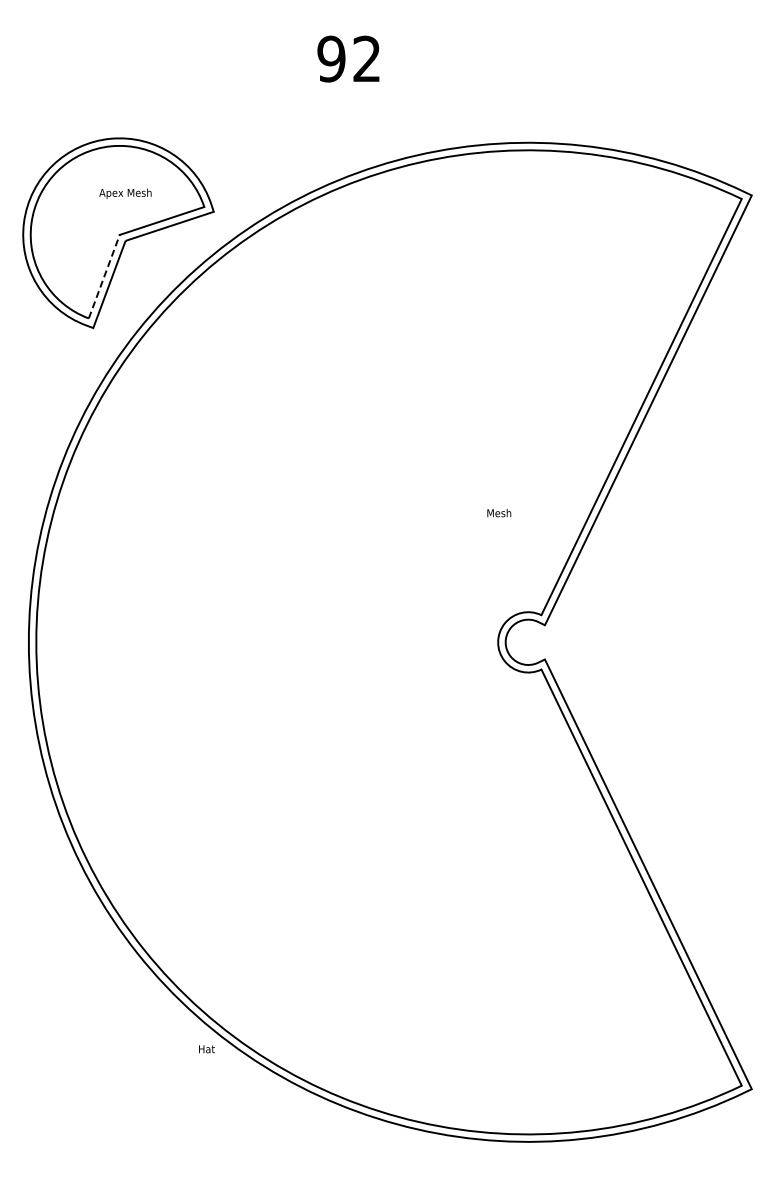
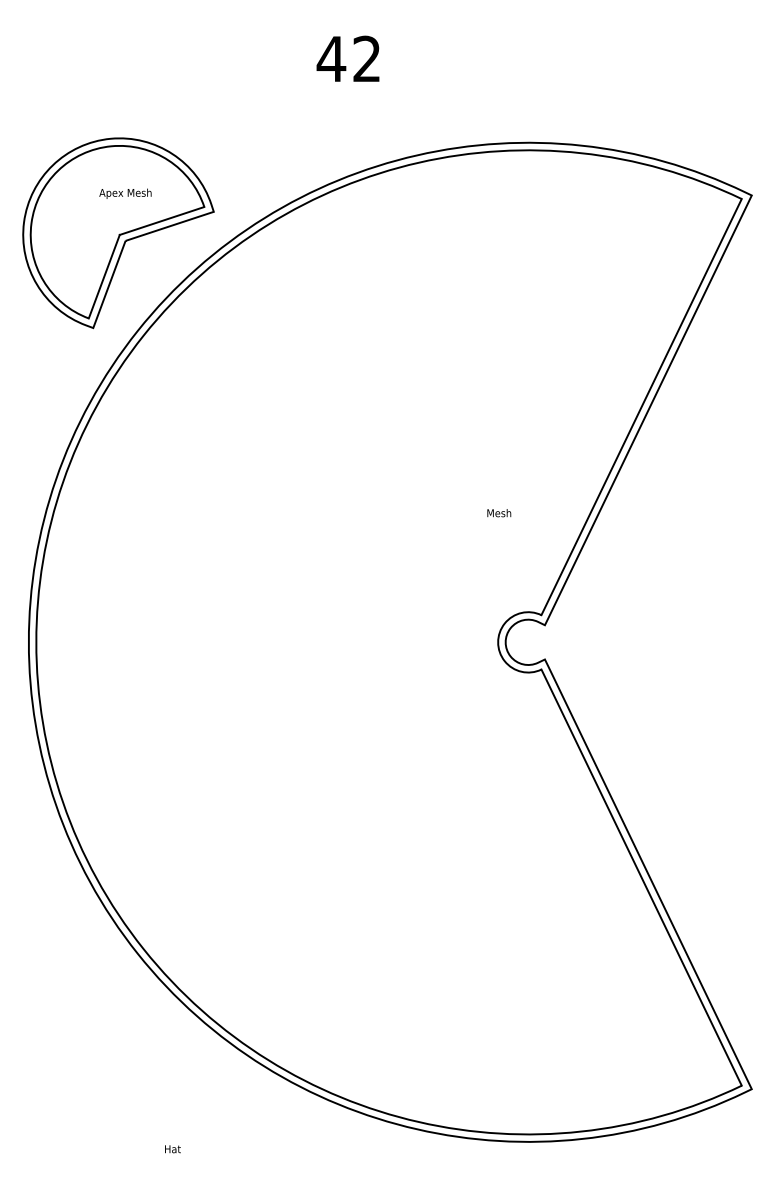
text at (331, 58): 92 -> 42
line at (104, 276): dashed -> solid
text at (206, 1049) position: (206, 1049) -> (172, 1149)
